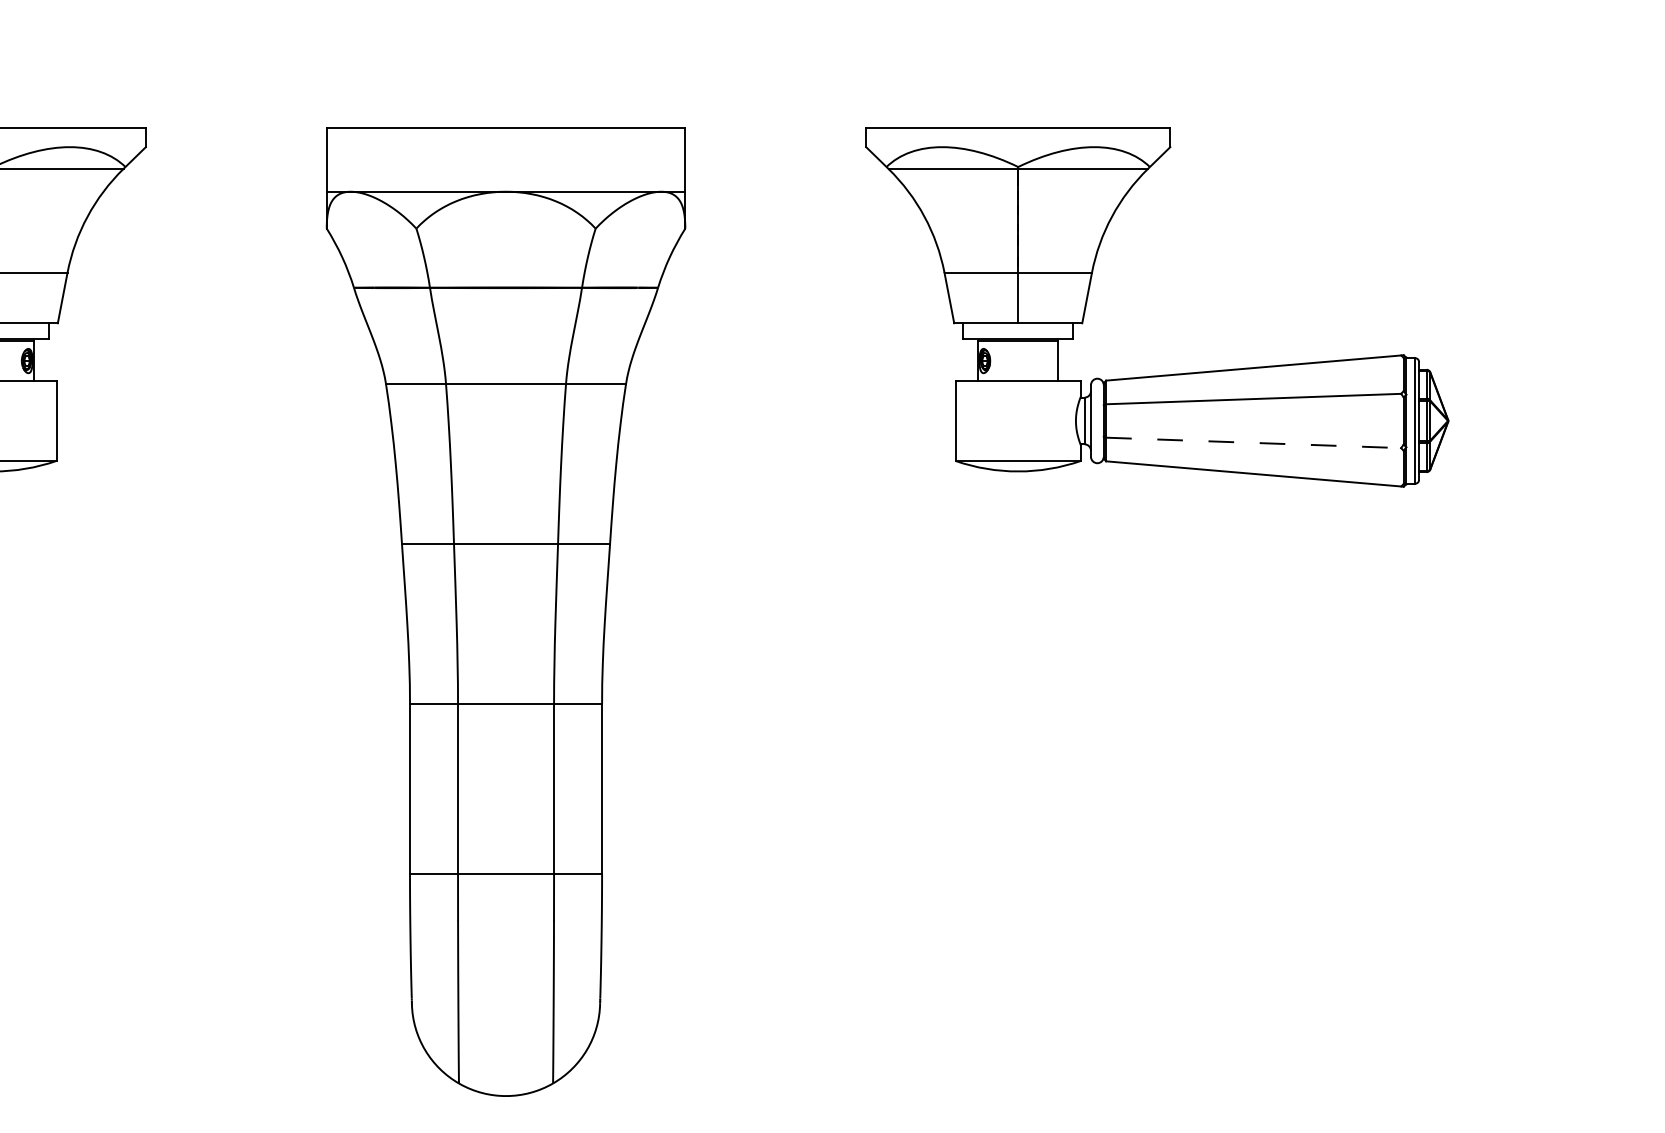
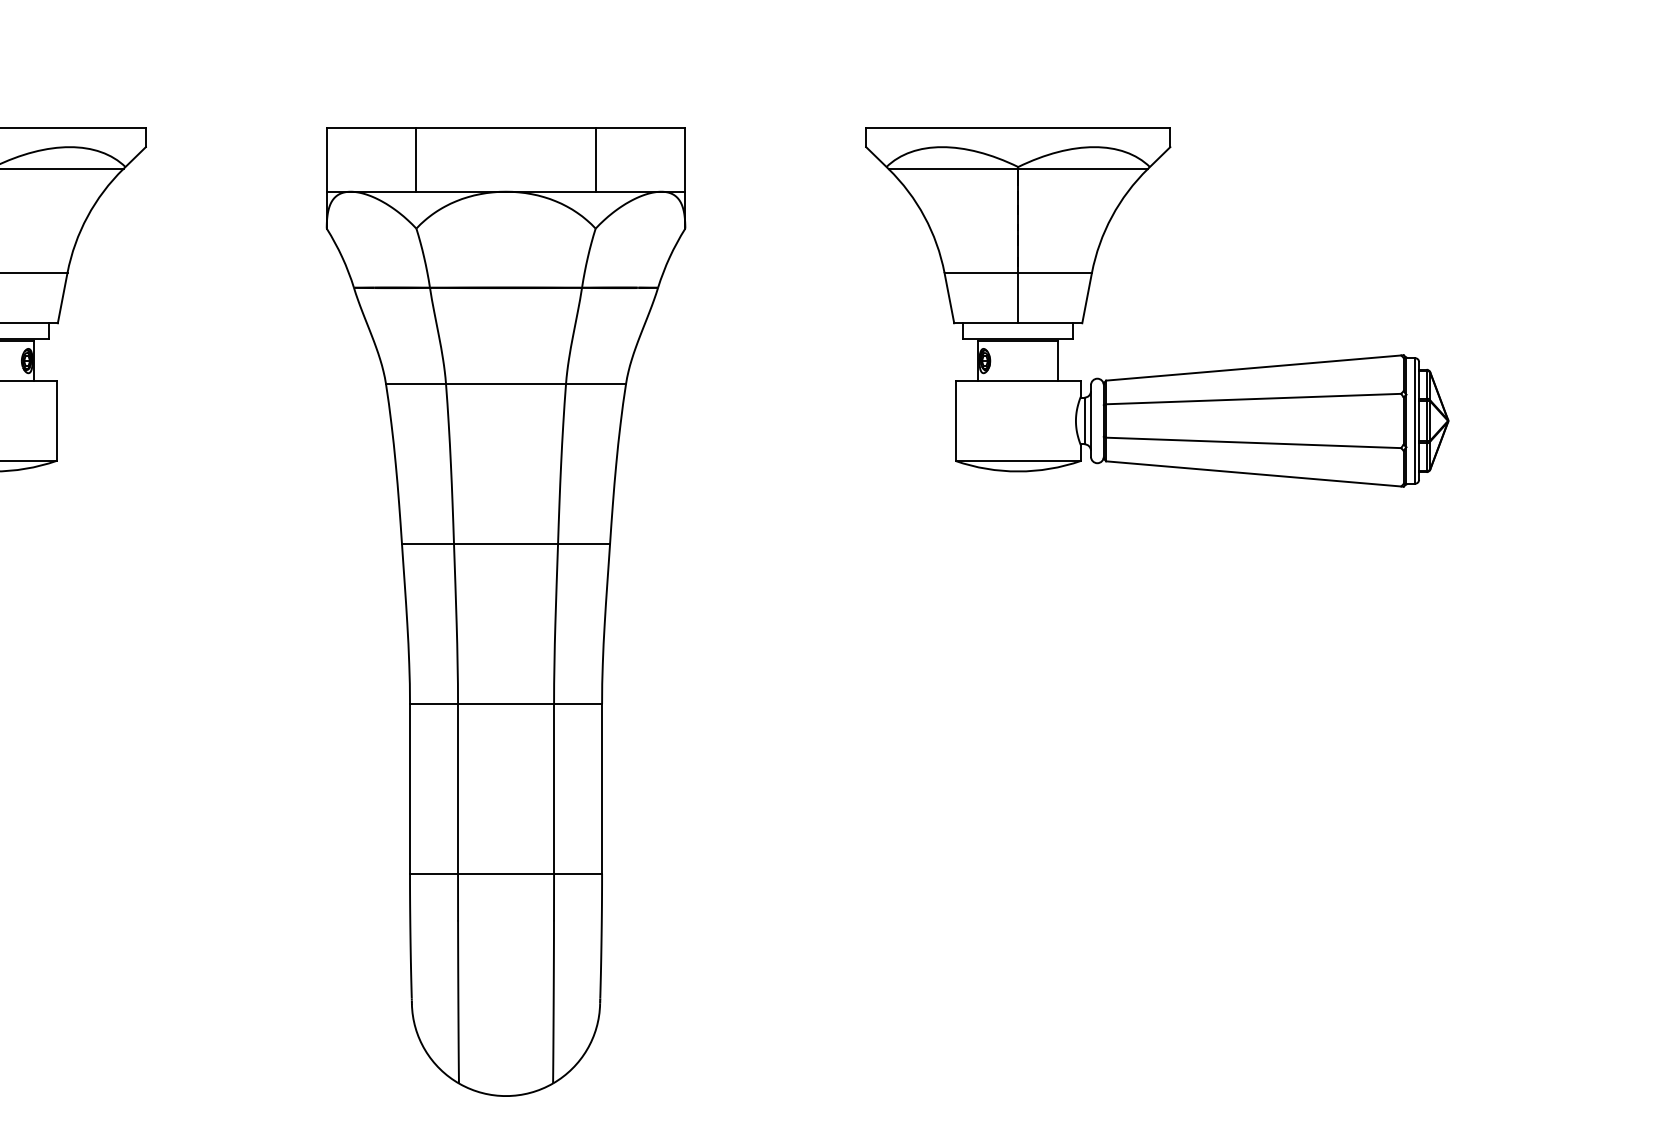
line at (416, 159): none -> present
line at (595, 159): none -> present
line at (1253, 442): dashed -> solid
